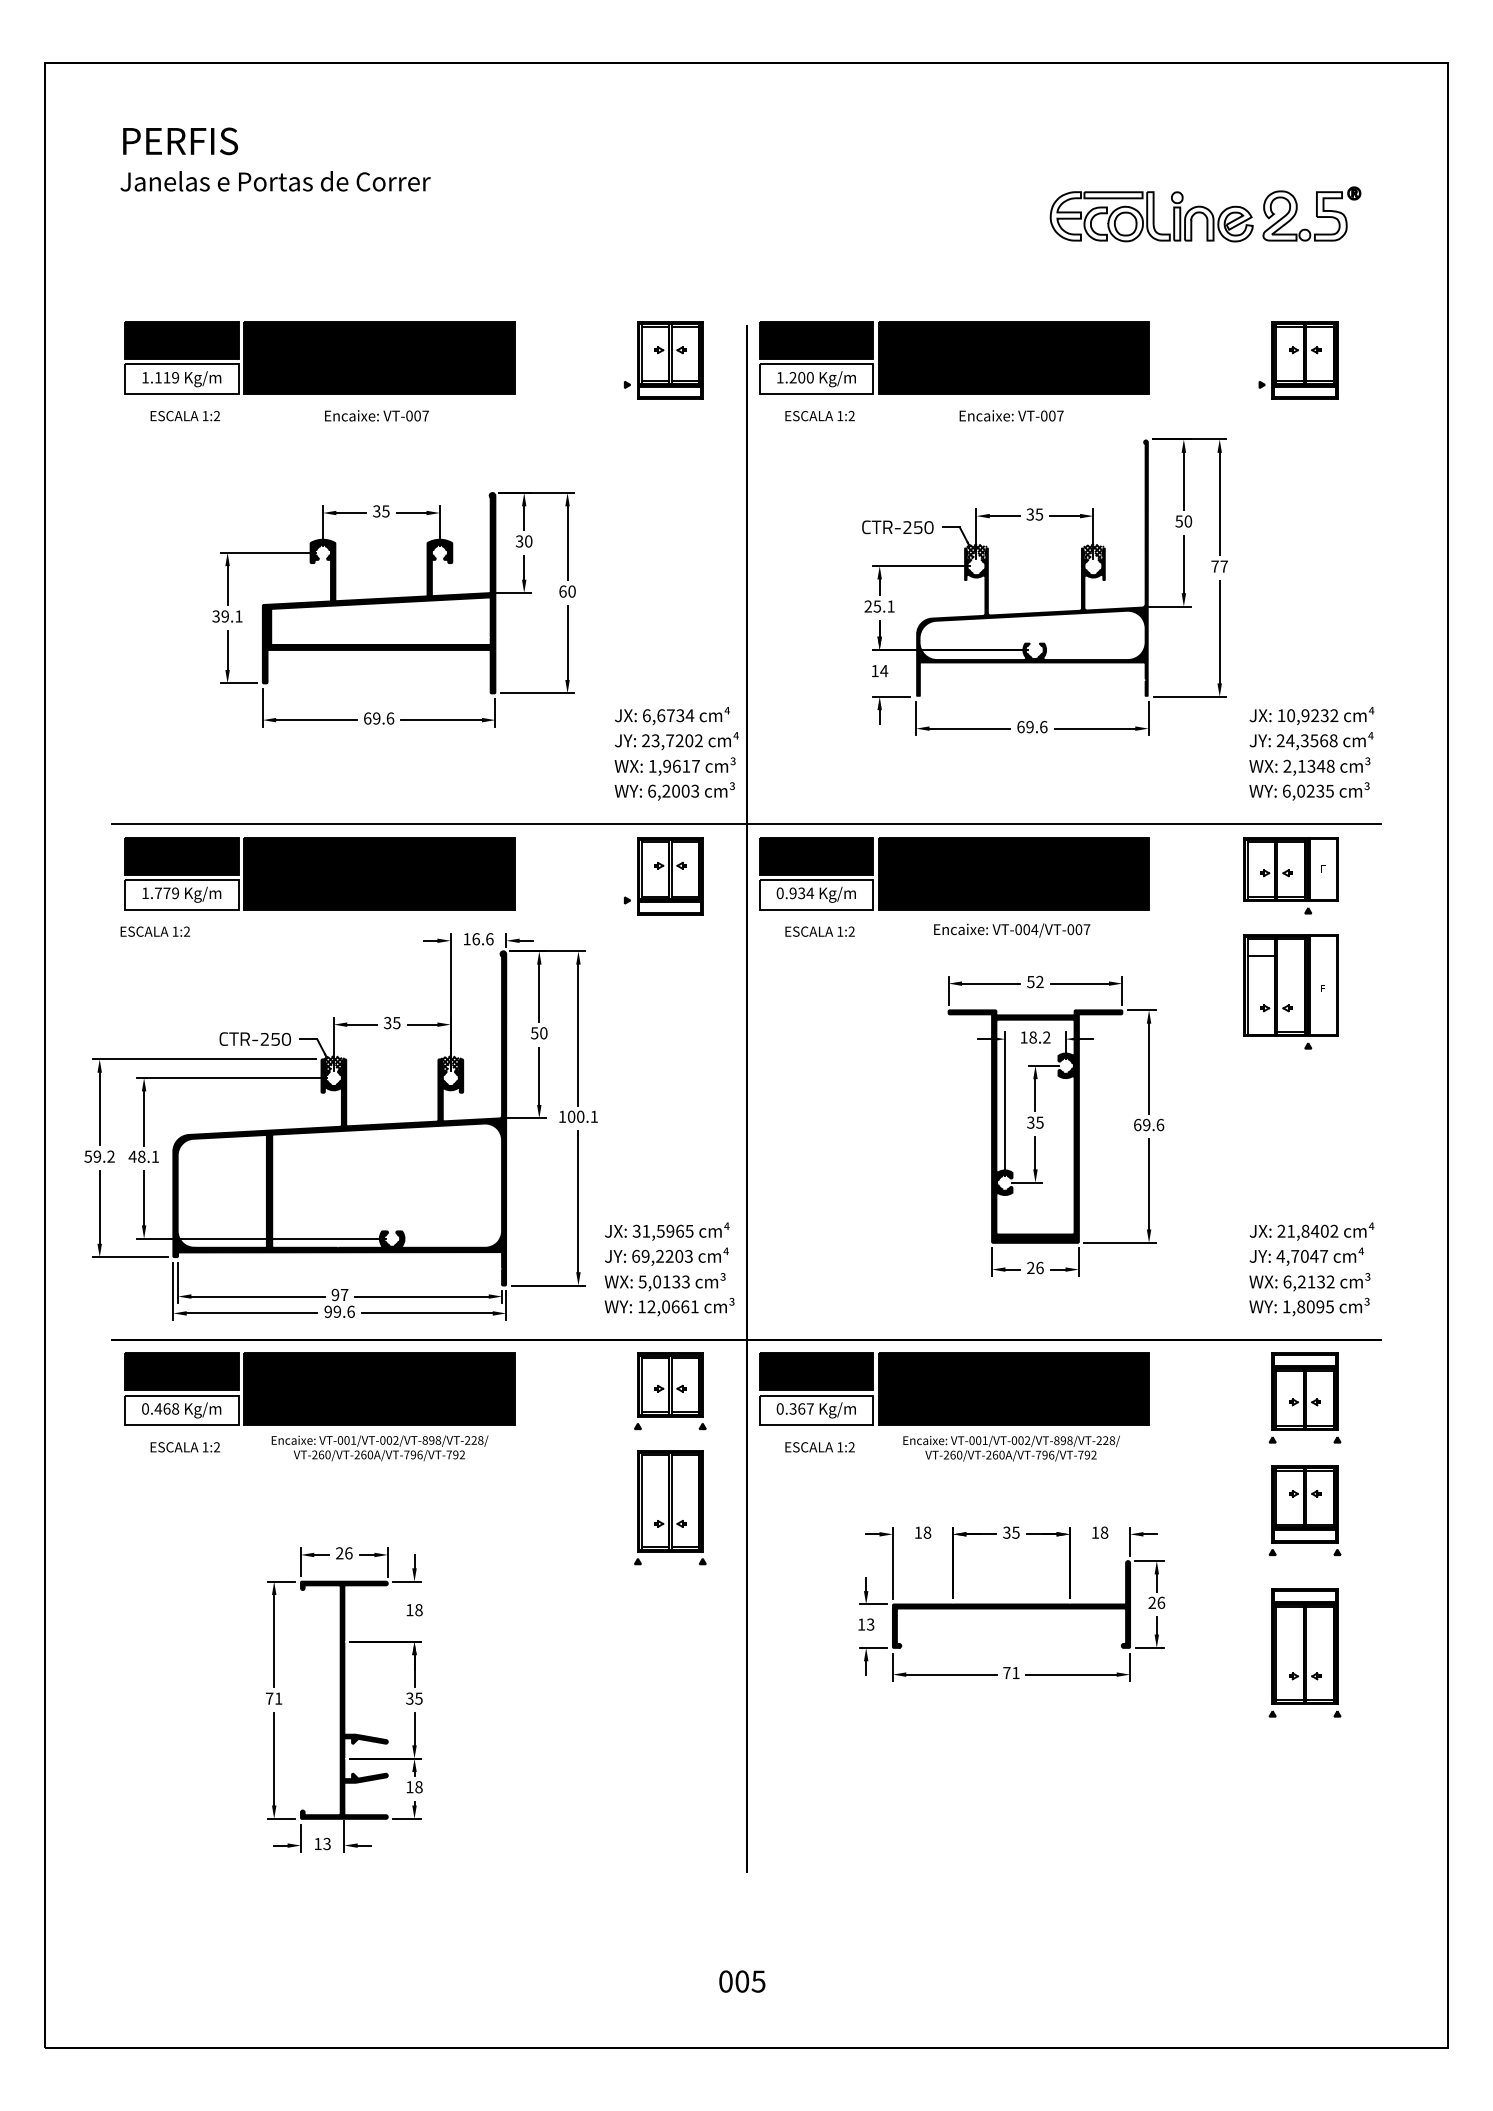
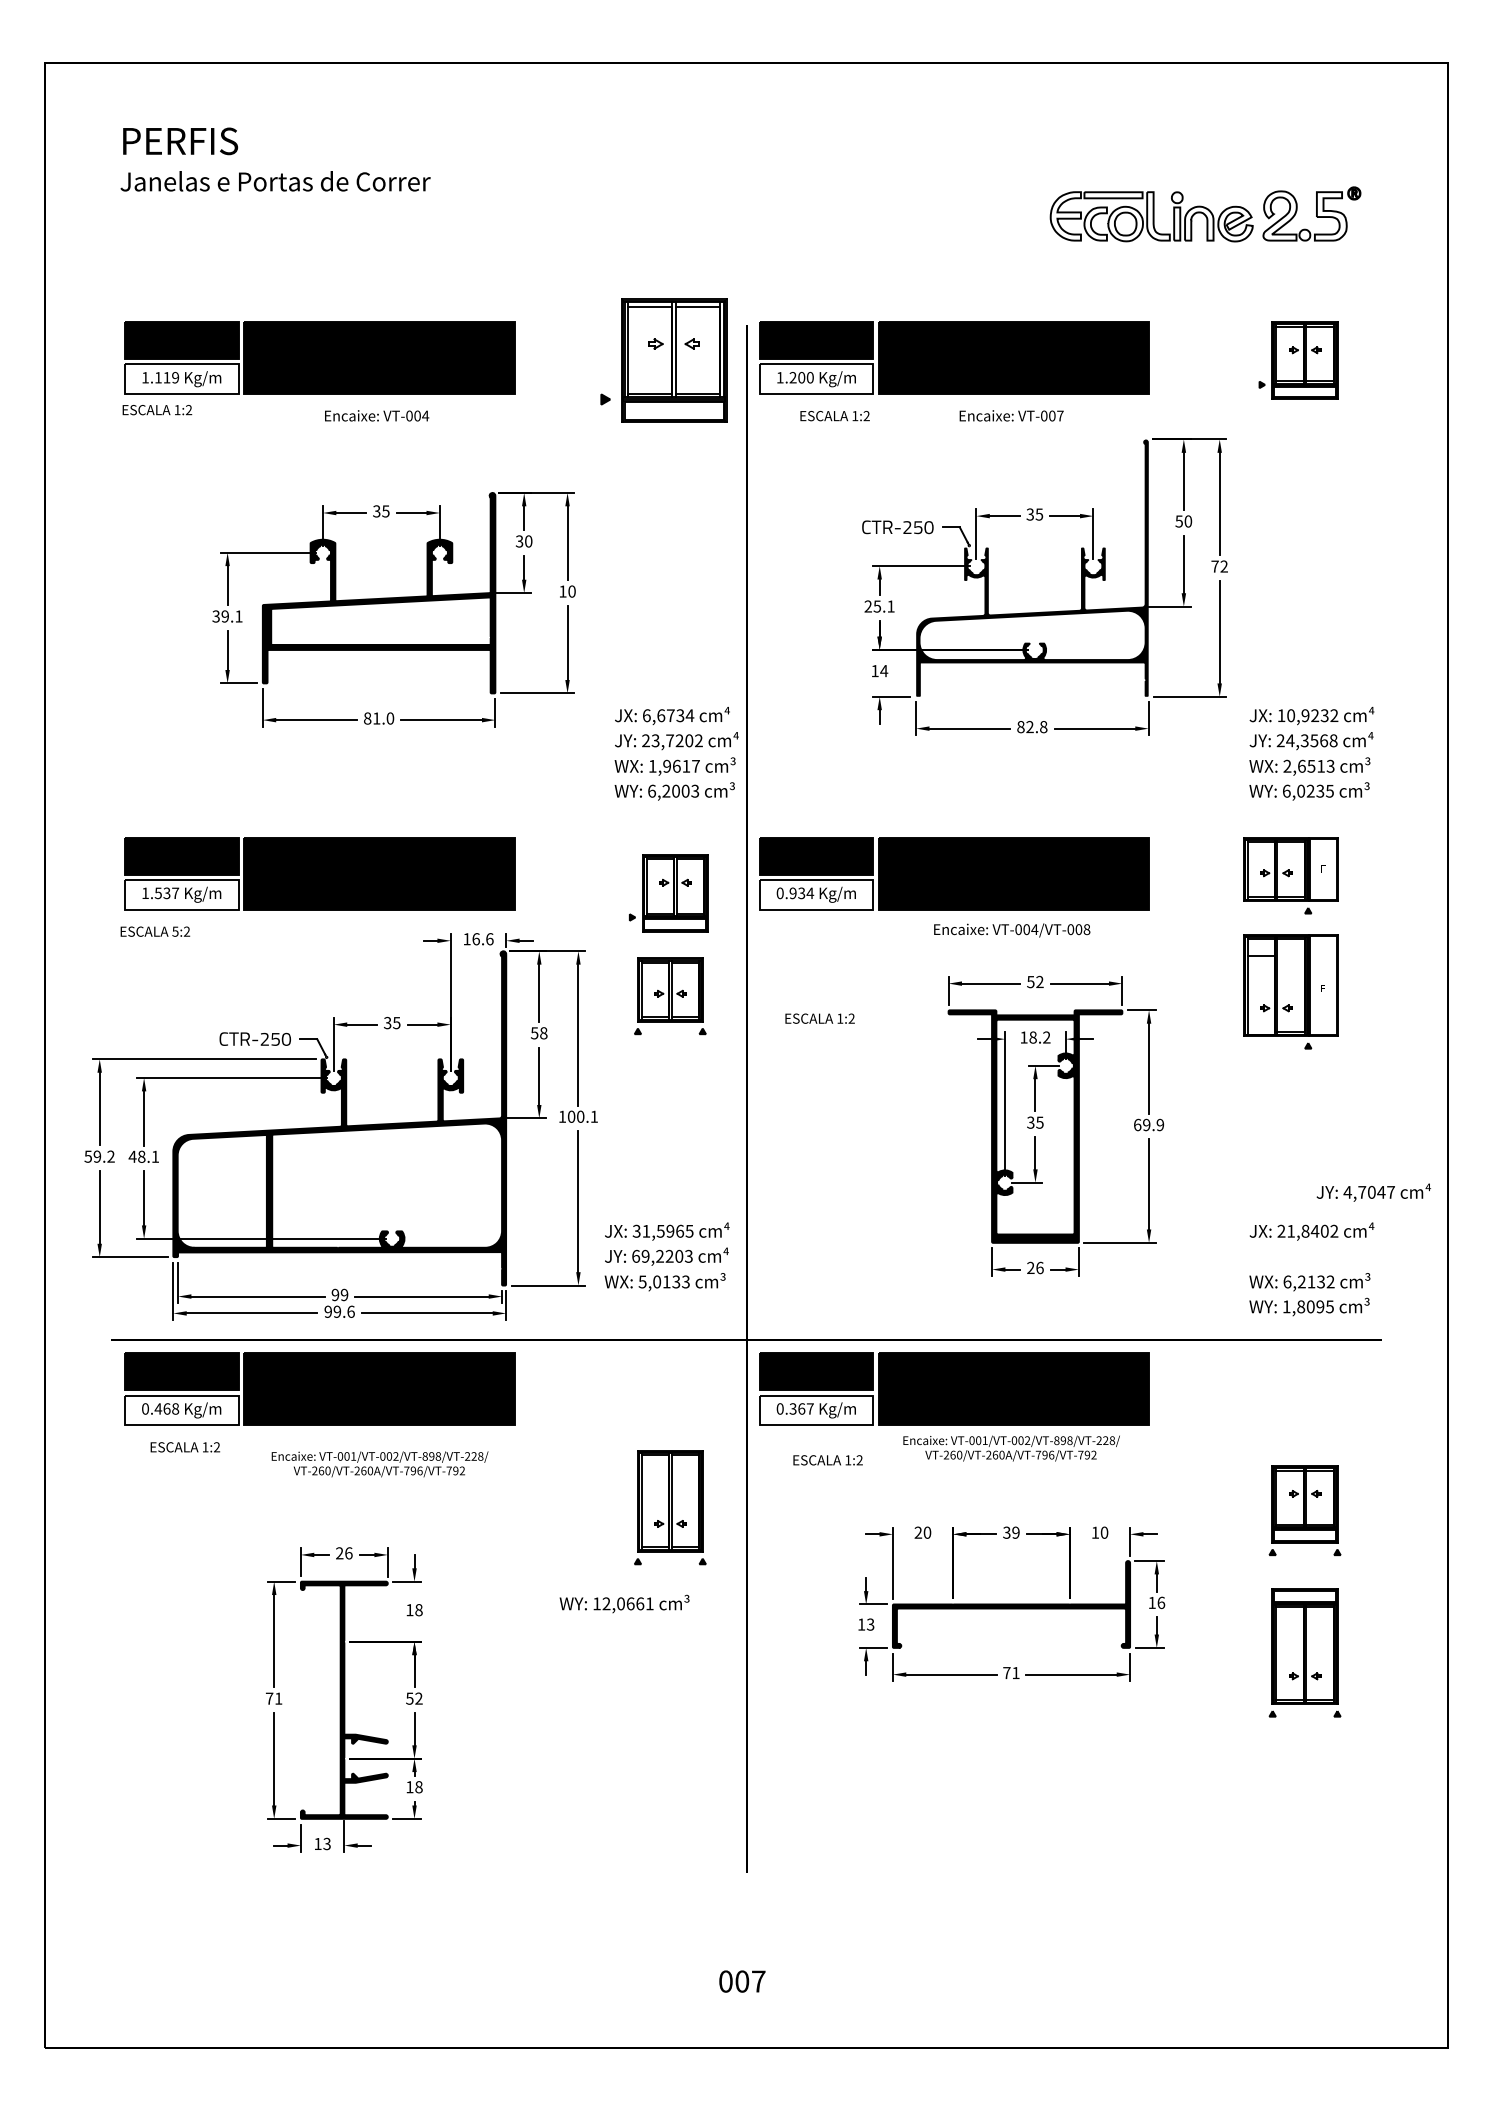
part at (663, 360) size: 80x79 px -> 128x125 px
text at (425, 415): VT-007 -> VT-004
text at (185, 416) position: (185, 416) -> (157, 410)
text at (819, 416) position: (819, 416) -> (834, 416)
hatch at (976, 551): present -> none
hatch at (1093, 551): present -> none
text at (1223, 566): 77 -> 72
text at (562, 591): 60 -> 10
text at (379, 718): 69.6 -> 81.0
text at (1032, 727): 69.6 -> 82.8
text at (1316, 765): 2,1348 -> 2,6513
line at (746, 824): present -> none
part at (663, 876) position: (663, 876) -> (668, 893)
text at (166, 893): 1.779 -> 1.537
text at (1086, 929): VT-004/VT-007 -> VT-004/VT-008
text at (175, 931): 1:2 -> 5:2
text at (819, 931) position: (819, 931) -> (819, 1018)
text at (543, 1033): 50 -> 58
hatch at (334, 1062): present -> none
hatch at (451, 1062): present -> none
text at (1160, 1124): 69.6 -> 69.9
text at (1306, 1256) position: (1306, 1256) -> (1373, 1192)
text at (344, 1294): 97 -> 99
text at (669, 1306) position: (669, 1306) -> (624, 1603)
part at (670, 1391) position: (670, 1391) -> (670, 996)
part at (1304, 1397): present -> none
text at (819, 1447) position: (819, 1447) -> (827, 1460)
text at (379, 1448) position: (379, 1448) -> (379, 1464)
text at (922, 1532): 18 -> 20
text at (1015, 1532): 35 -> 39
text at (1104, 1532): 18 -> 10
text at (1151, 1602): 26 -> 16
text at (414, 1698): 35 -> 52
text at (758, 1981): 005 -> 007
